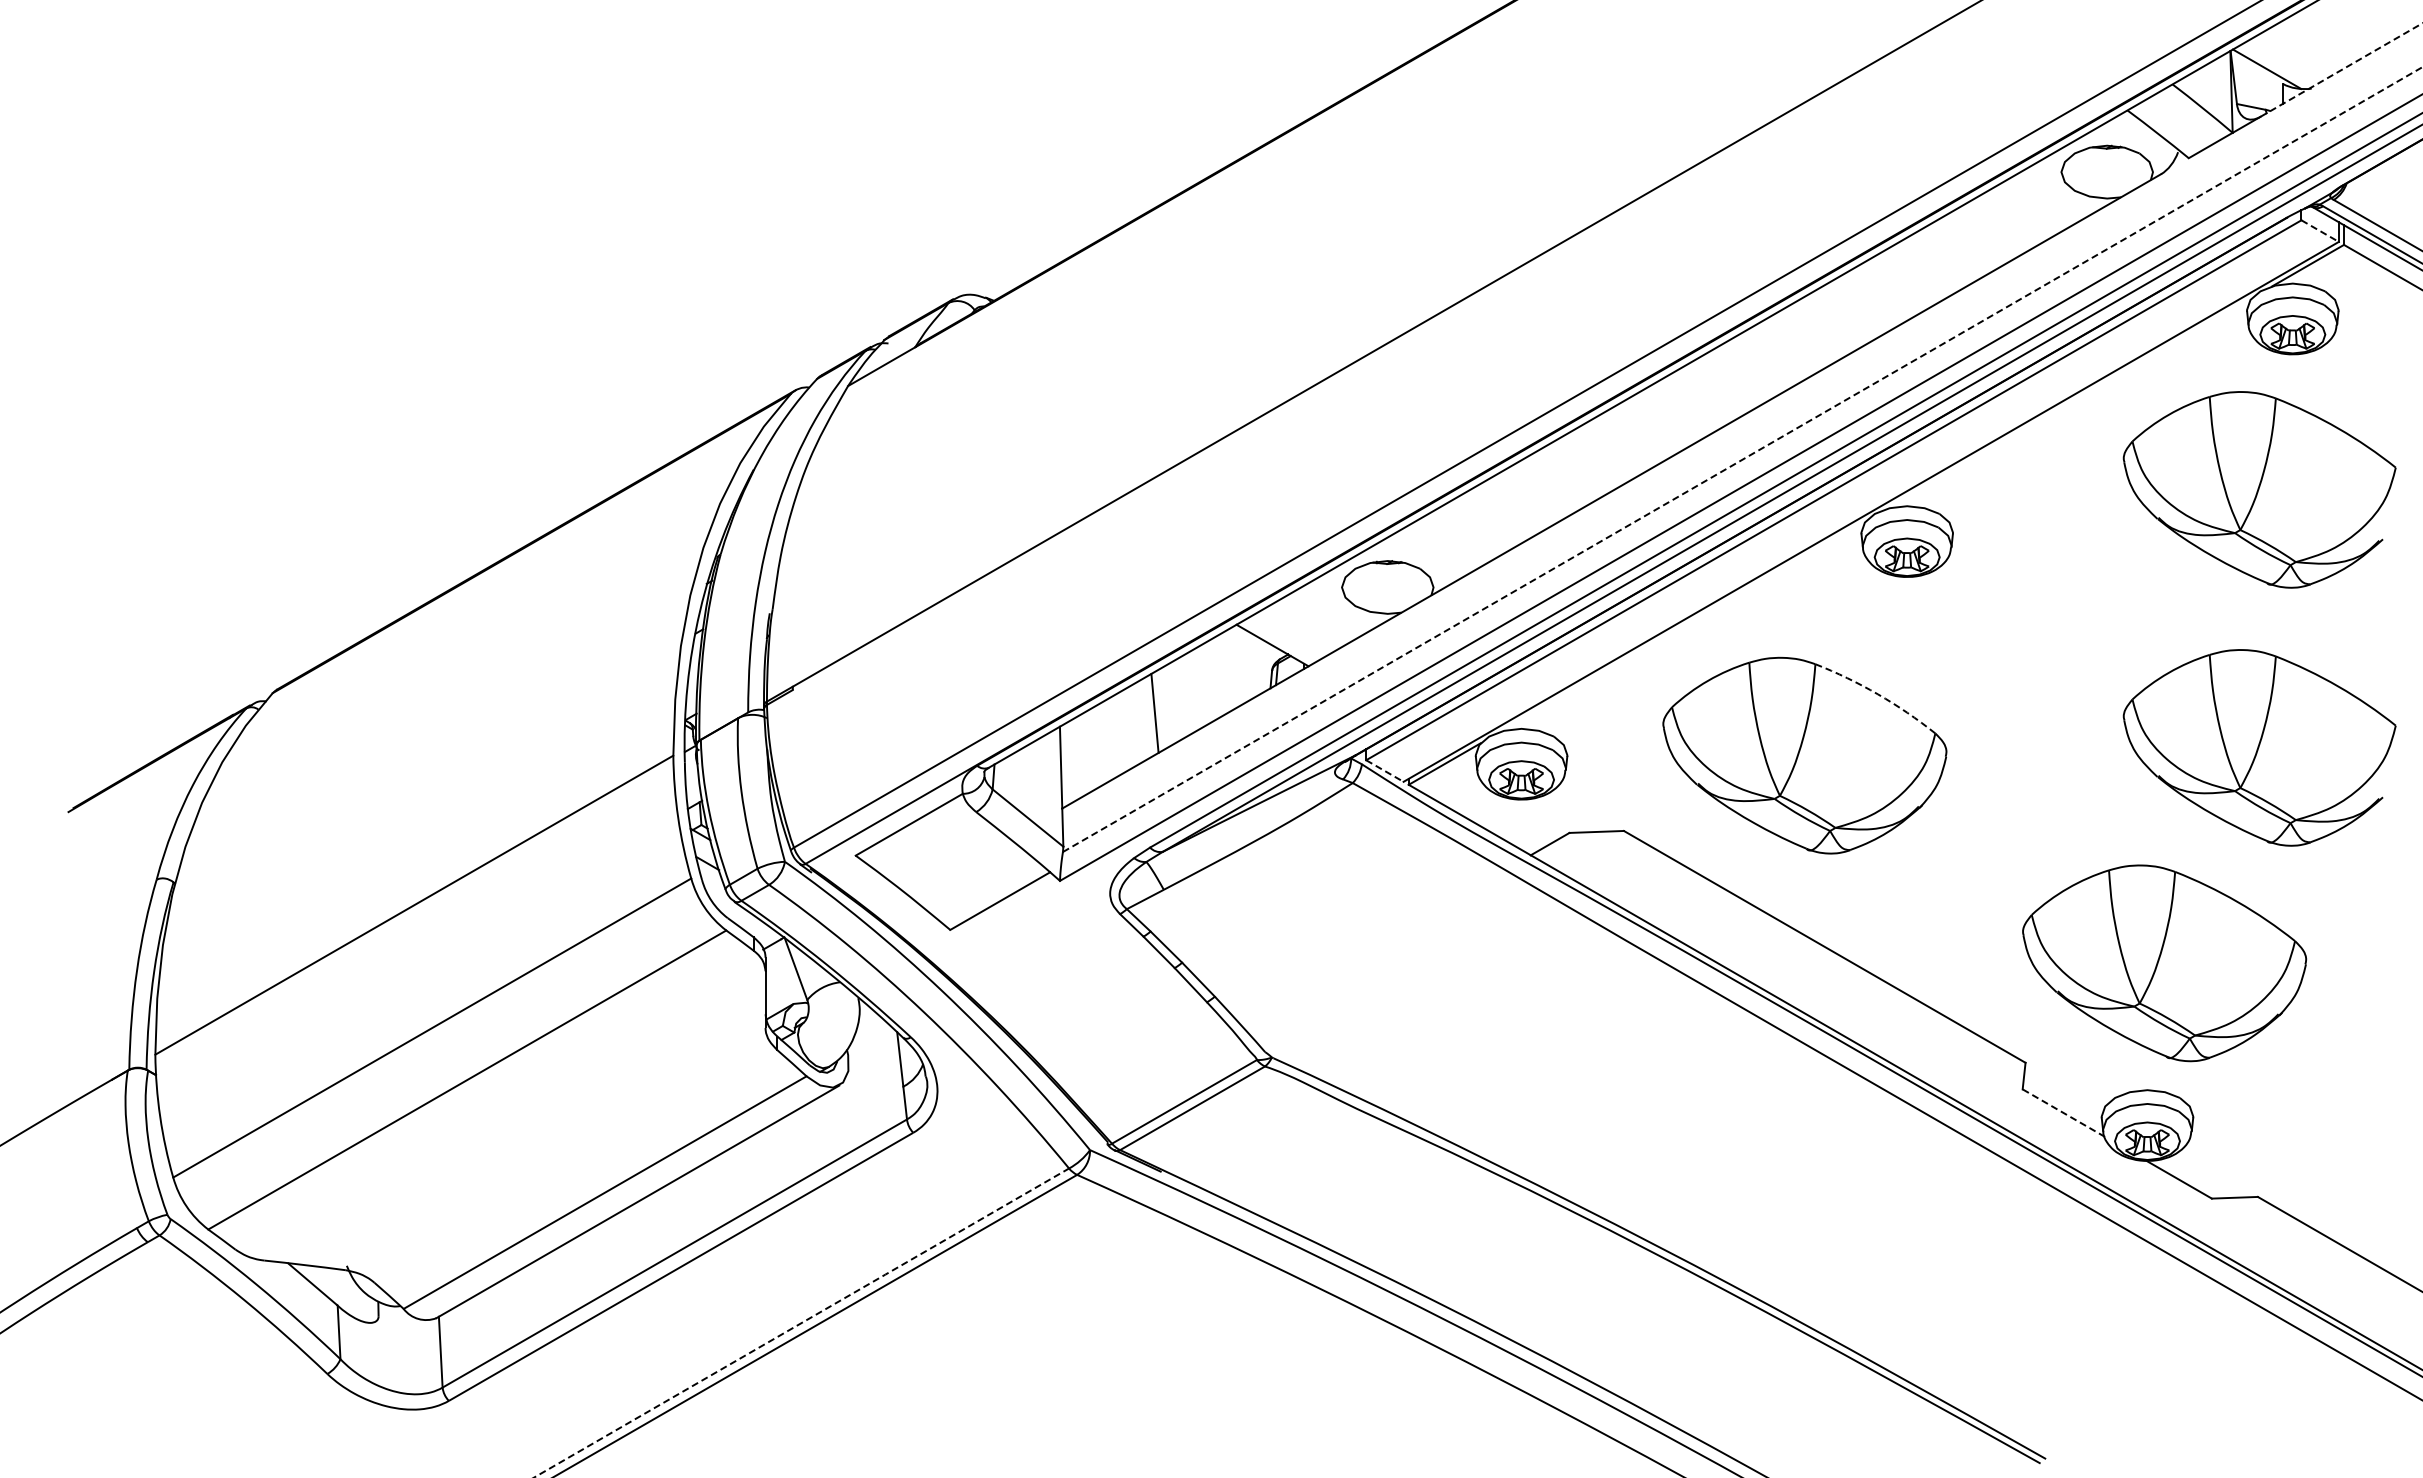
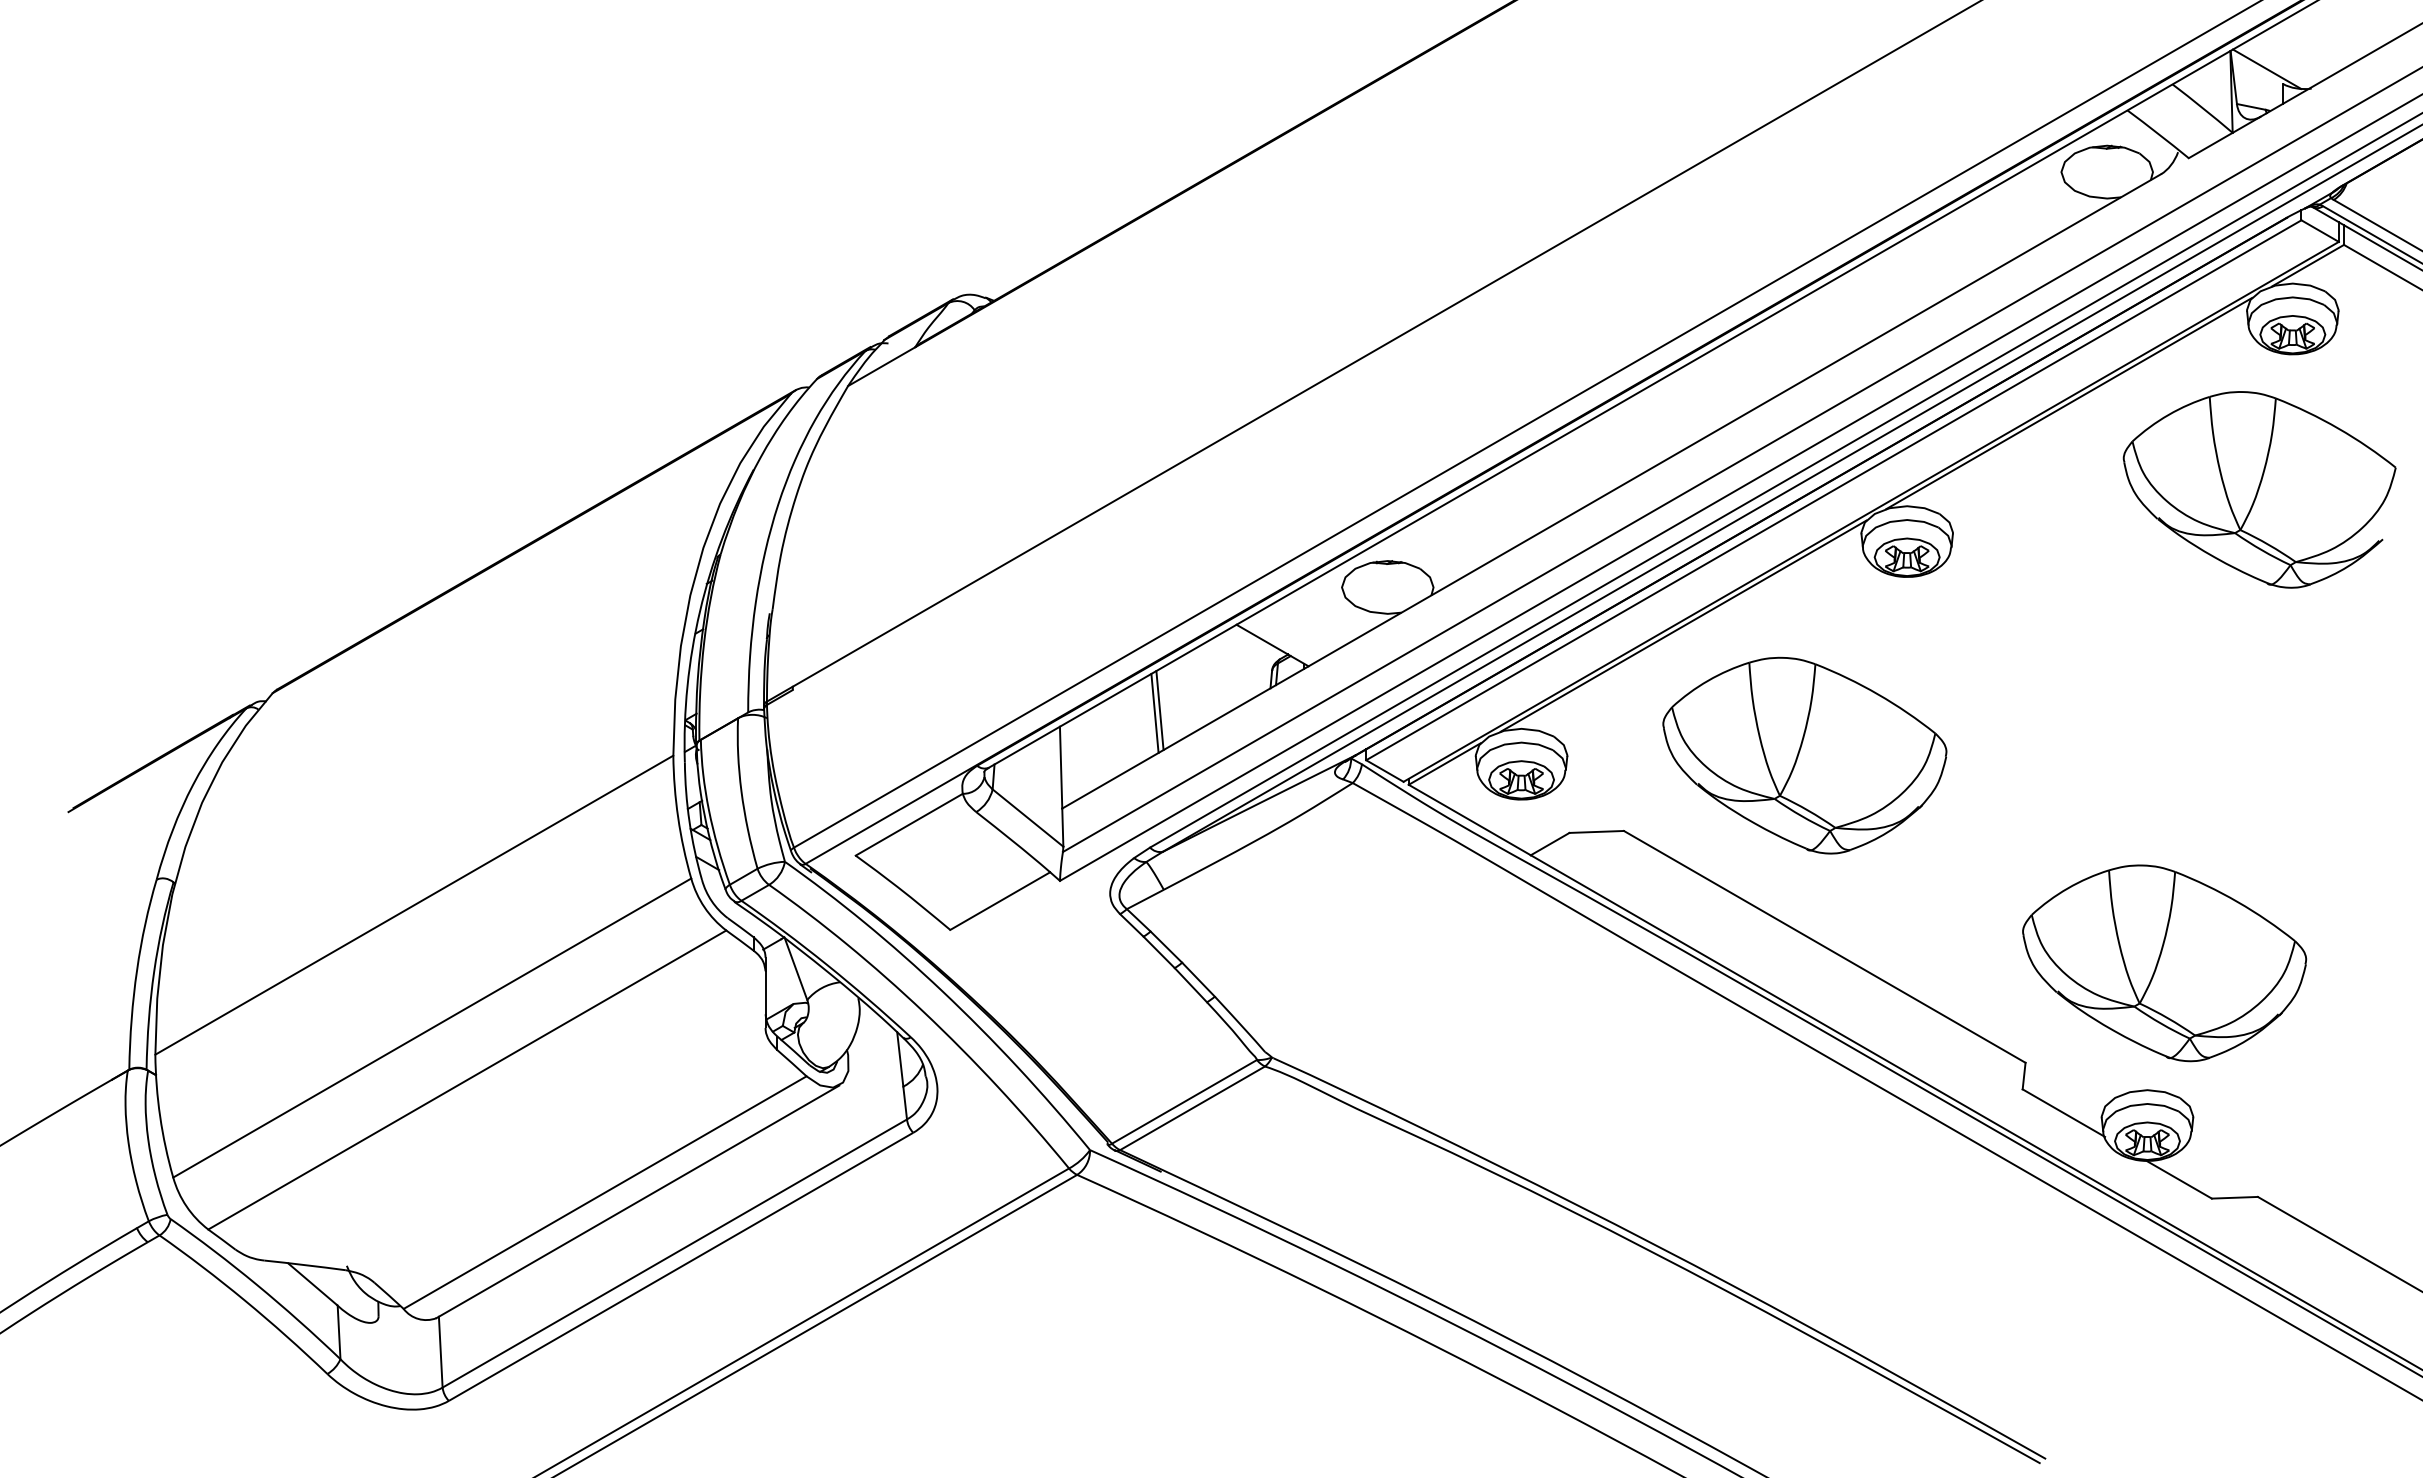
line at (2341, 69): dashed -> solid
line at (2320, 231): dashed -> solid
line at (2069, 403): none -> present
line at (1742, 459): dashed -> solid
line at (1683, 625): none -> present
arc at (1877, 694): dashed -> solid
line at (1159, 710): none -> present
part at (2259, 747): present -> none
line at (1384, 771): dashed -> solid
line at (2063, 1113): dashed -> solid
line at (802, 1322): dashed -> solid
